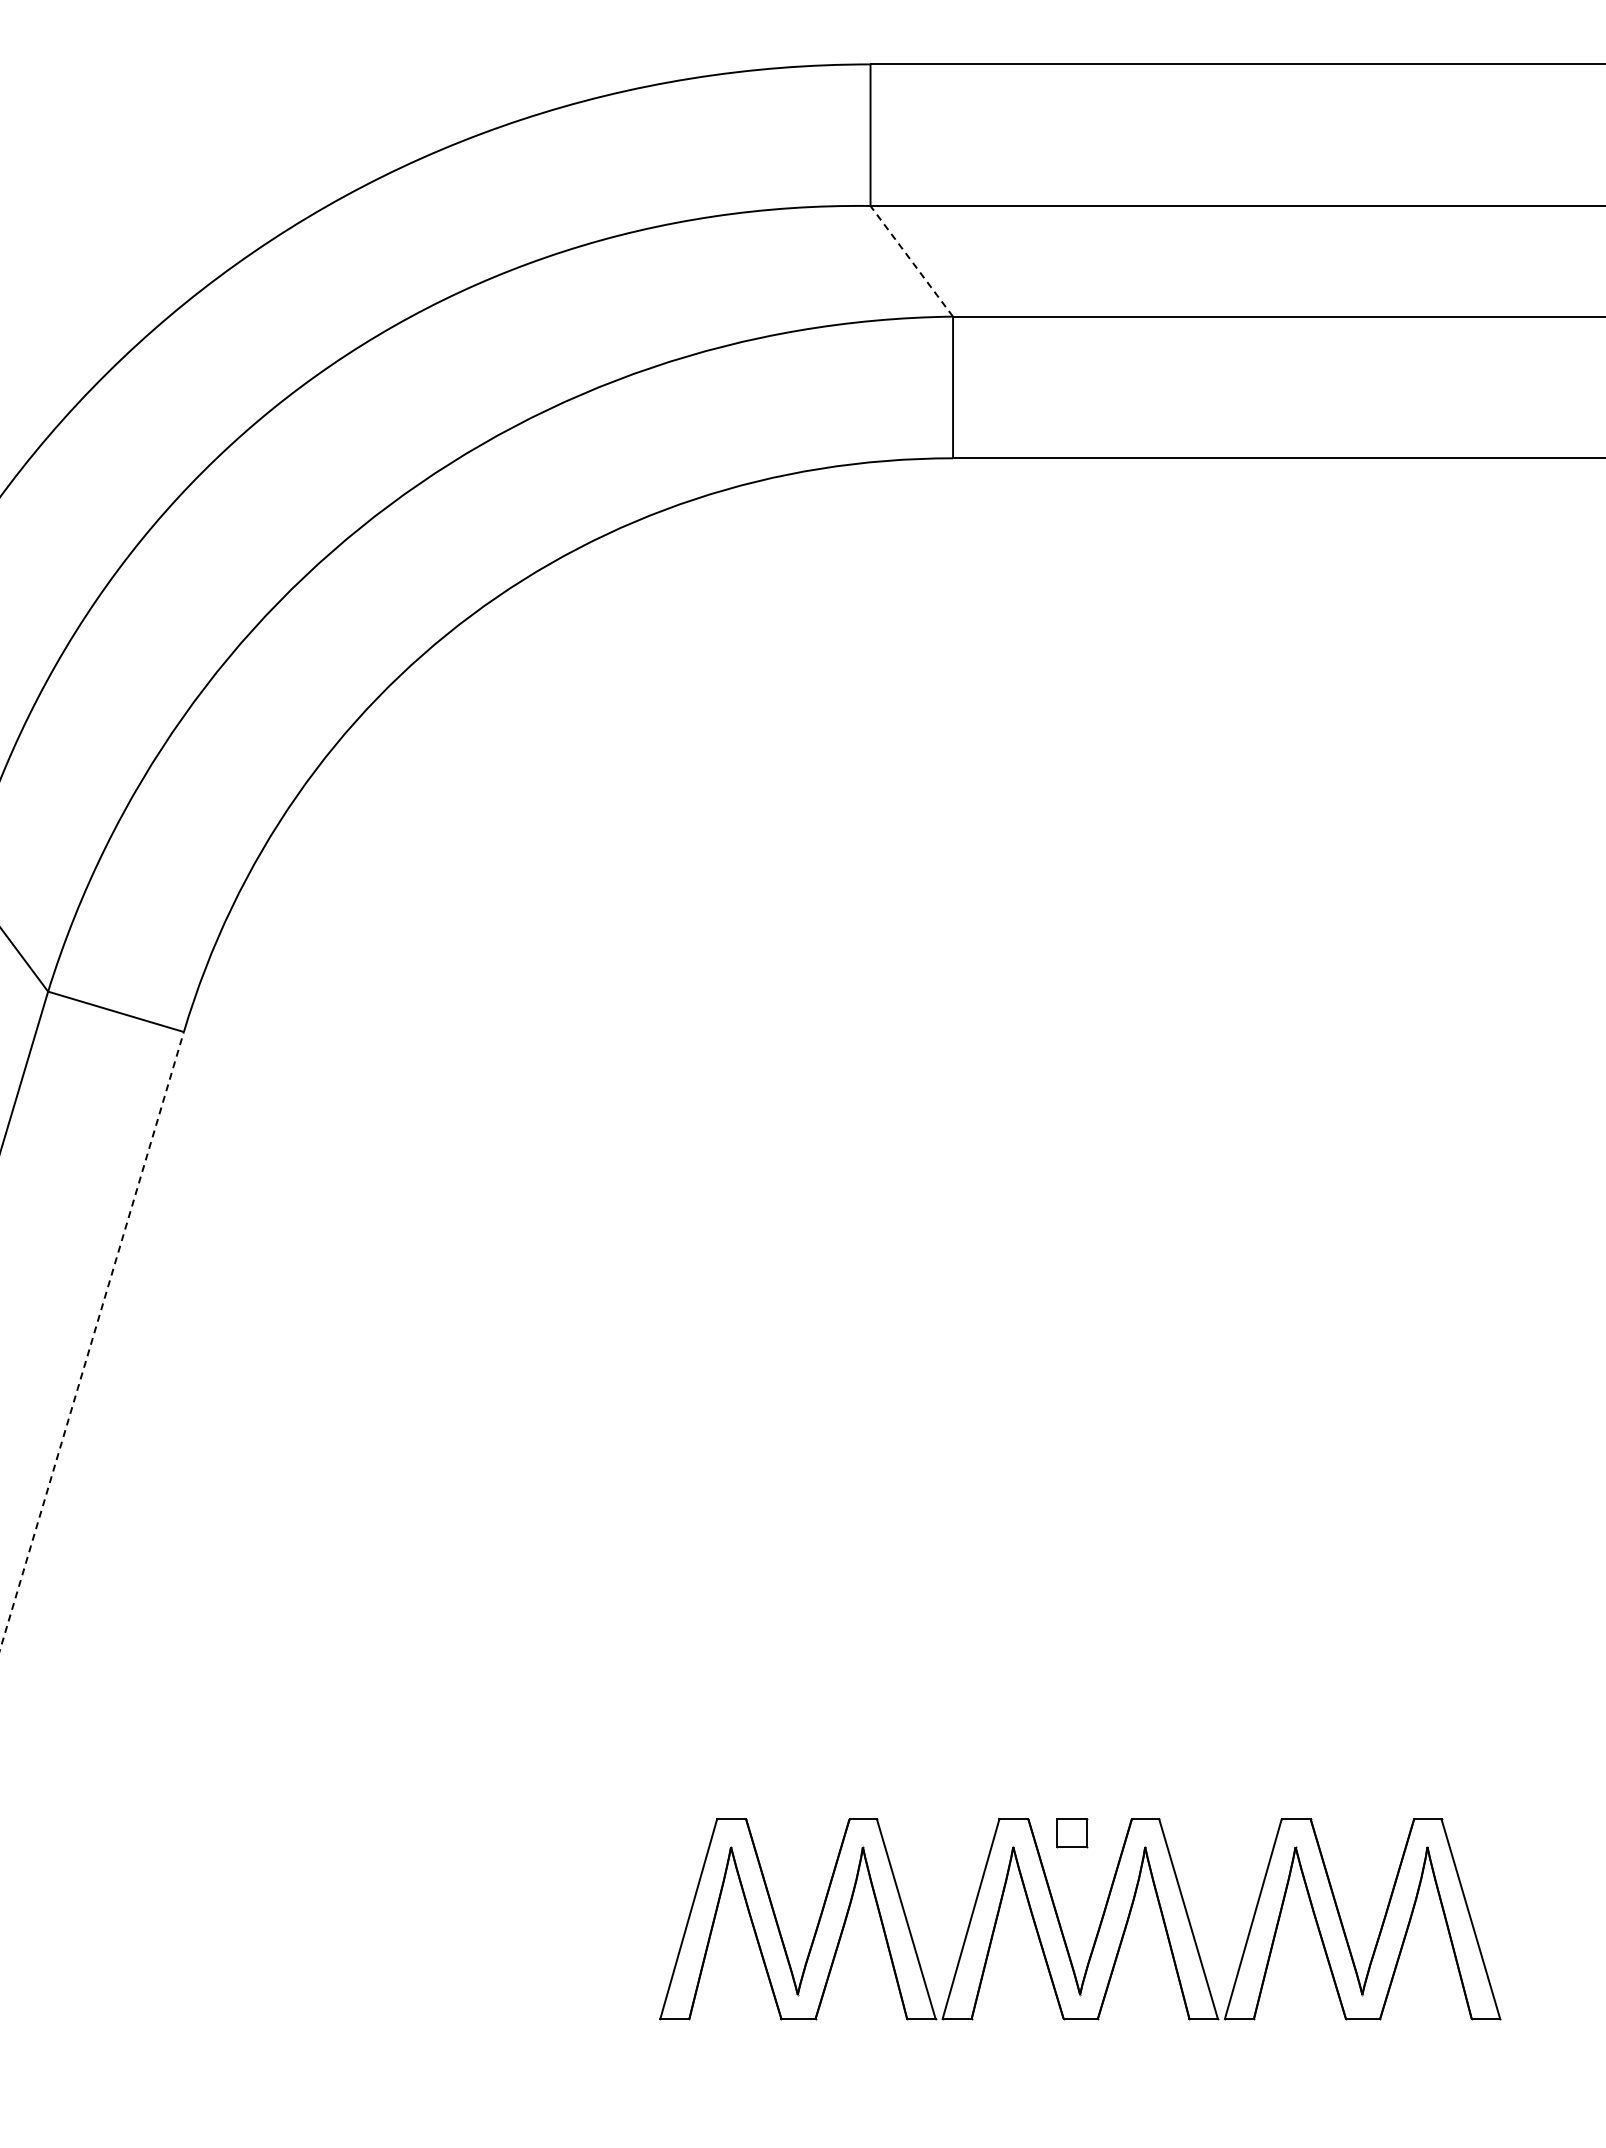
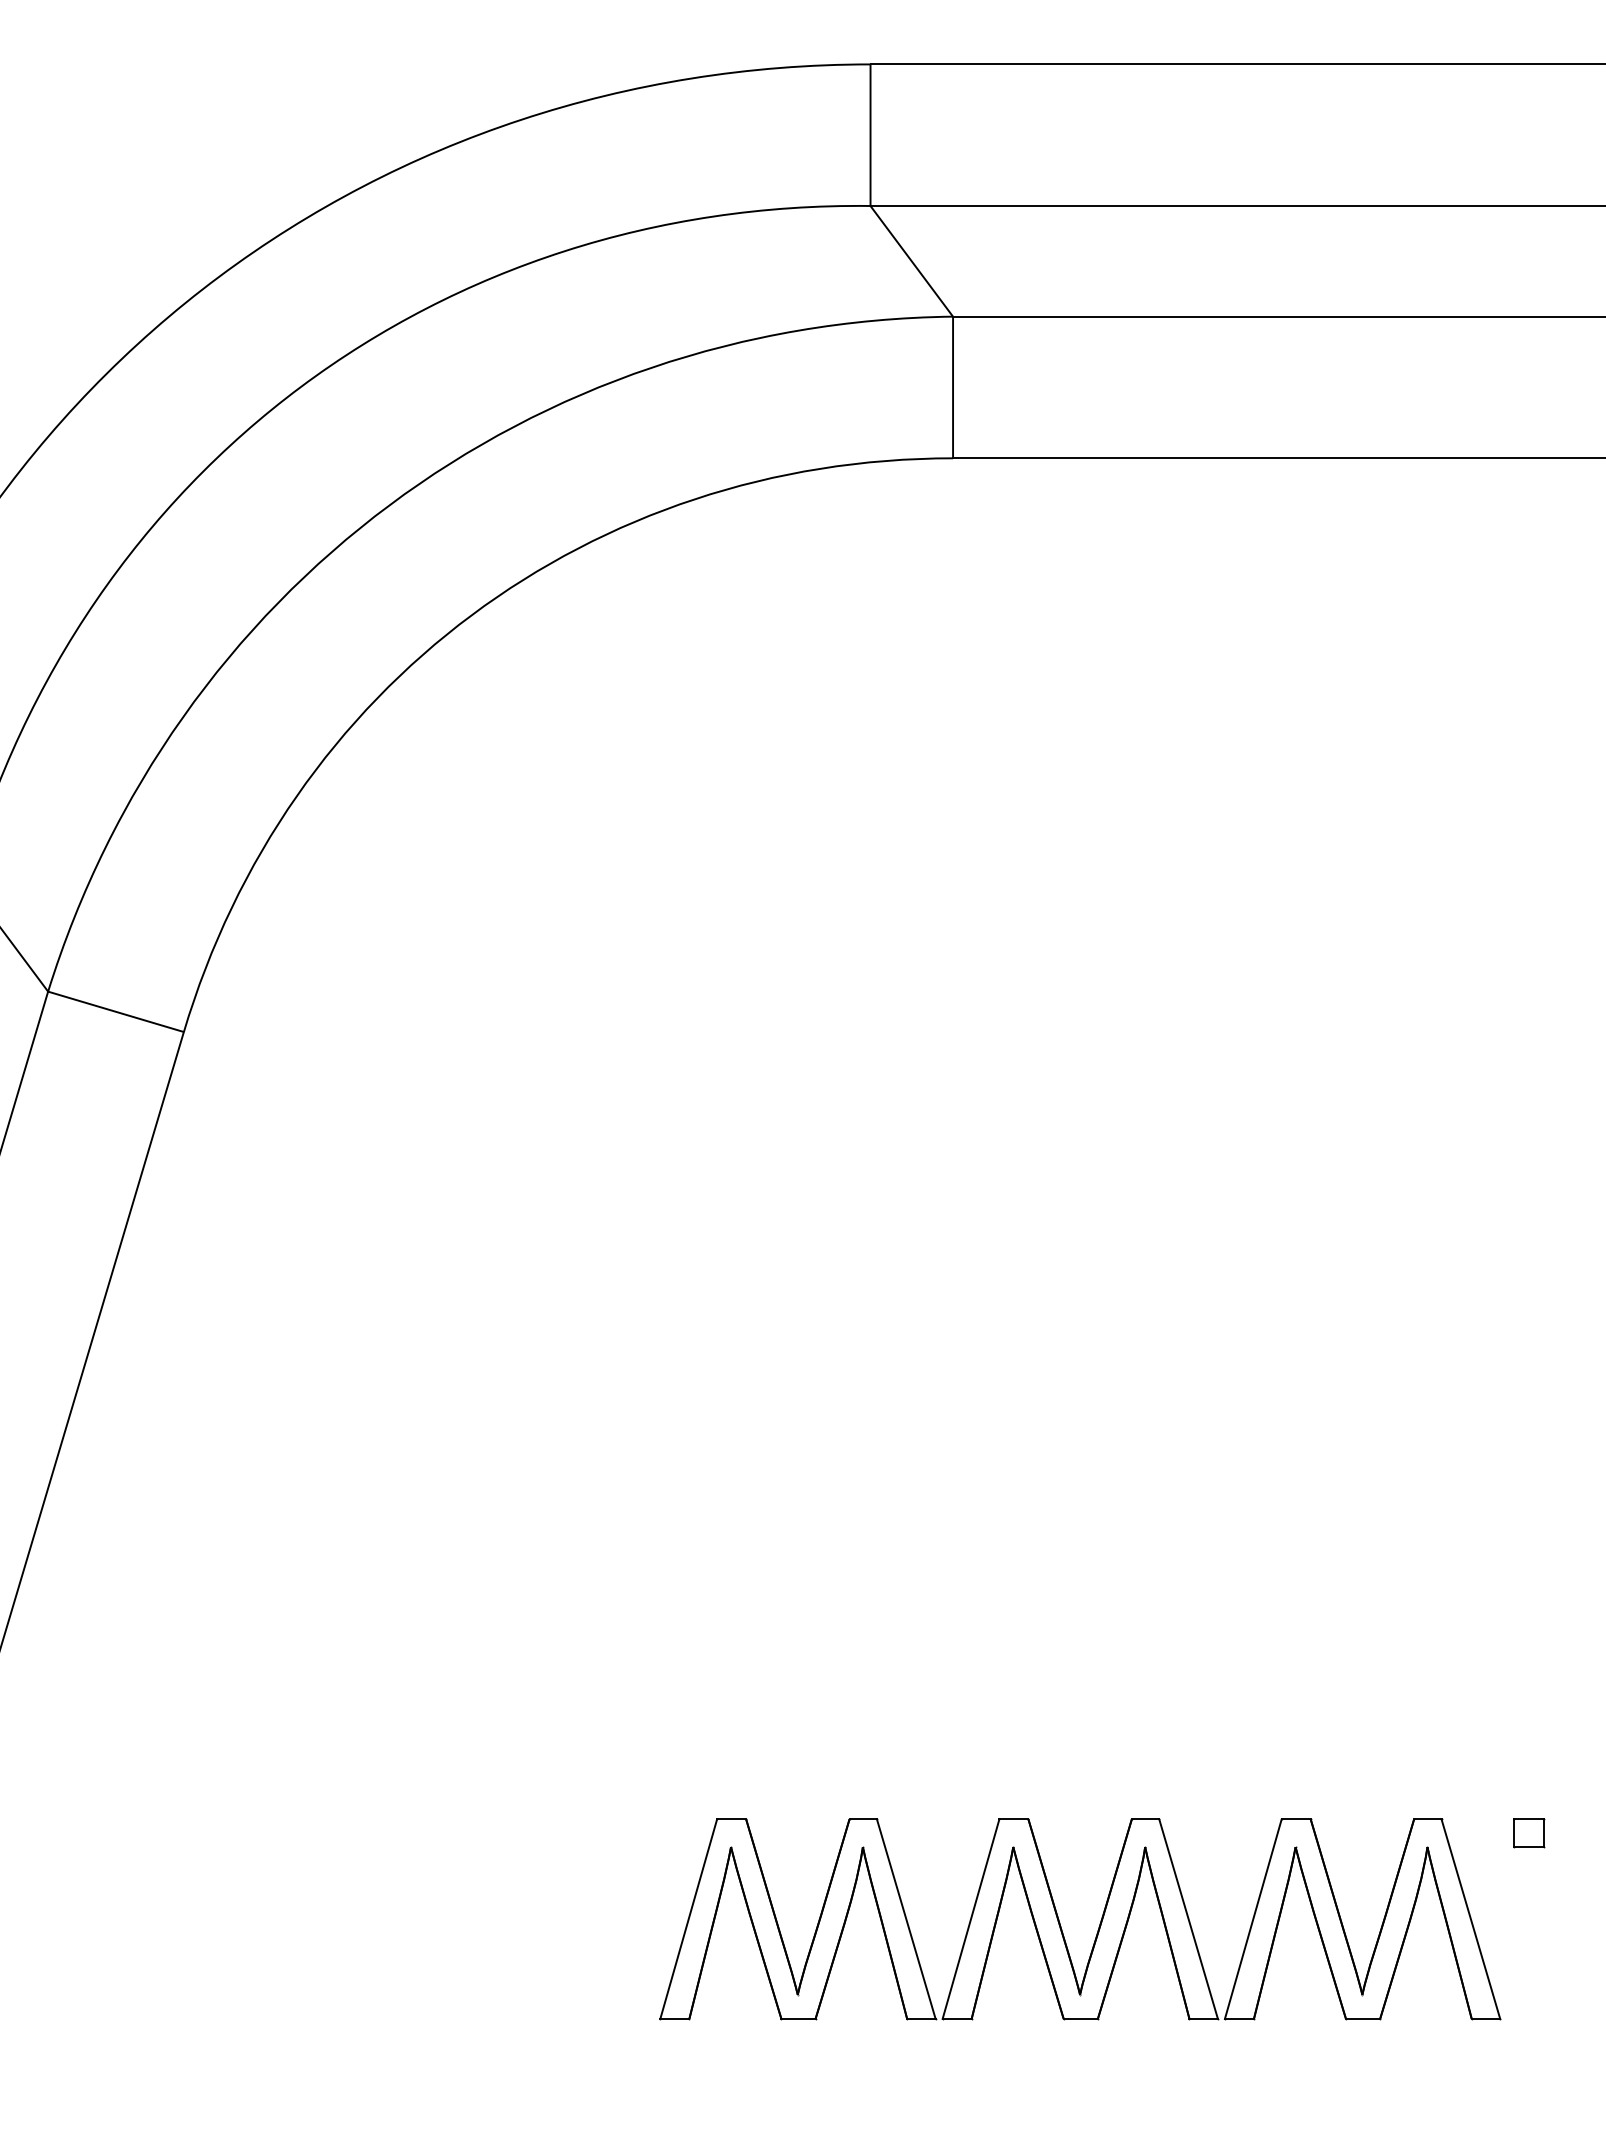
line at (911, 260): dashed -> solid
line at (92, 1340): dashed -> solid
part at (1072, 1833) position: (1072, 1833) -> (1529, 1833)
